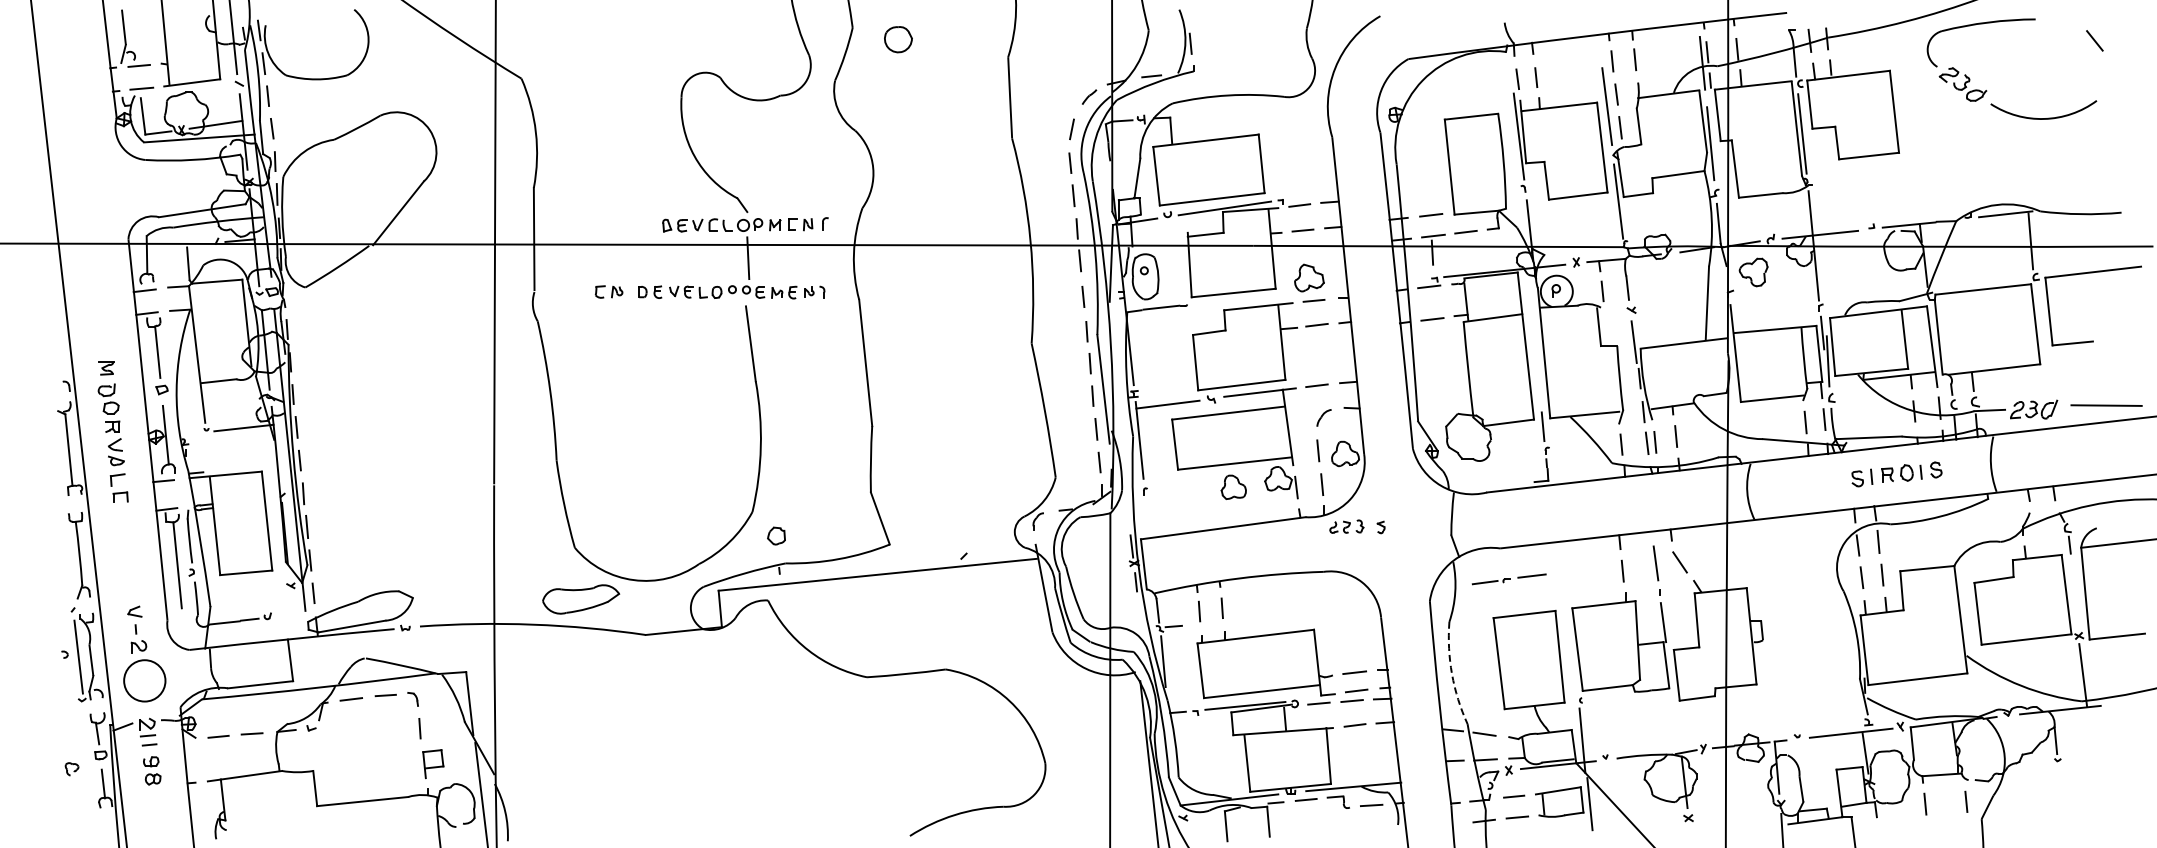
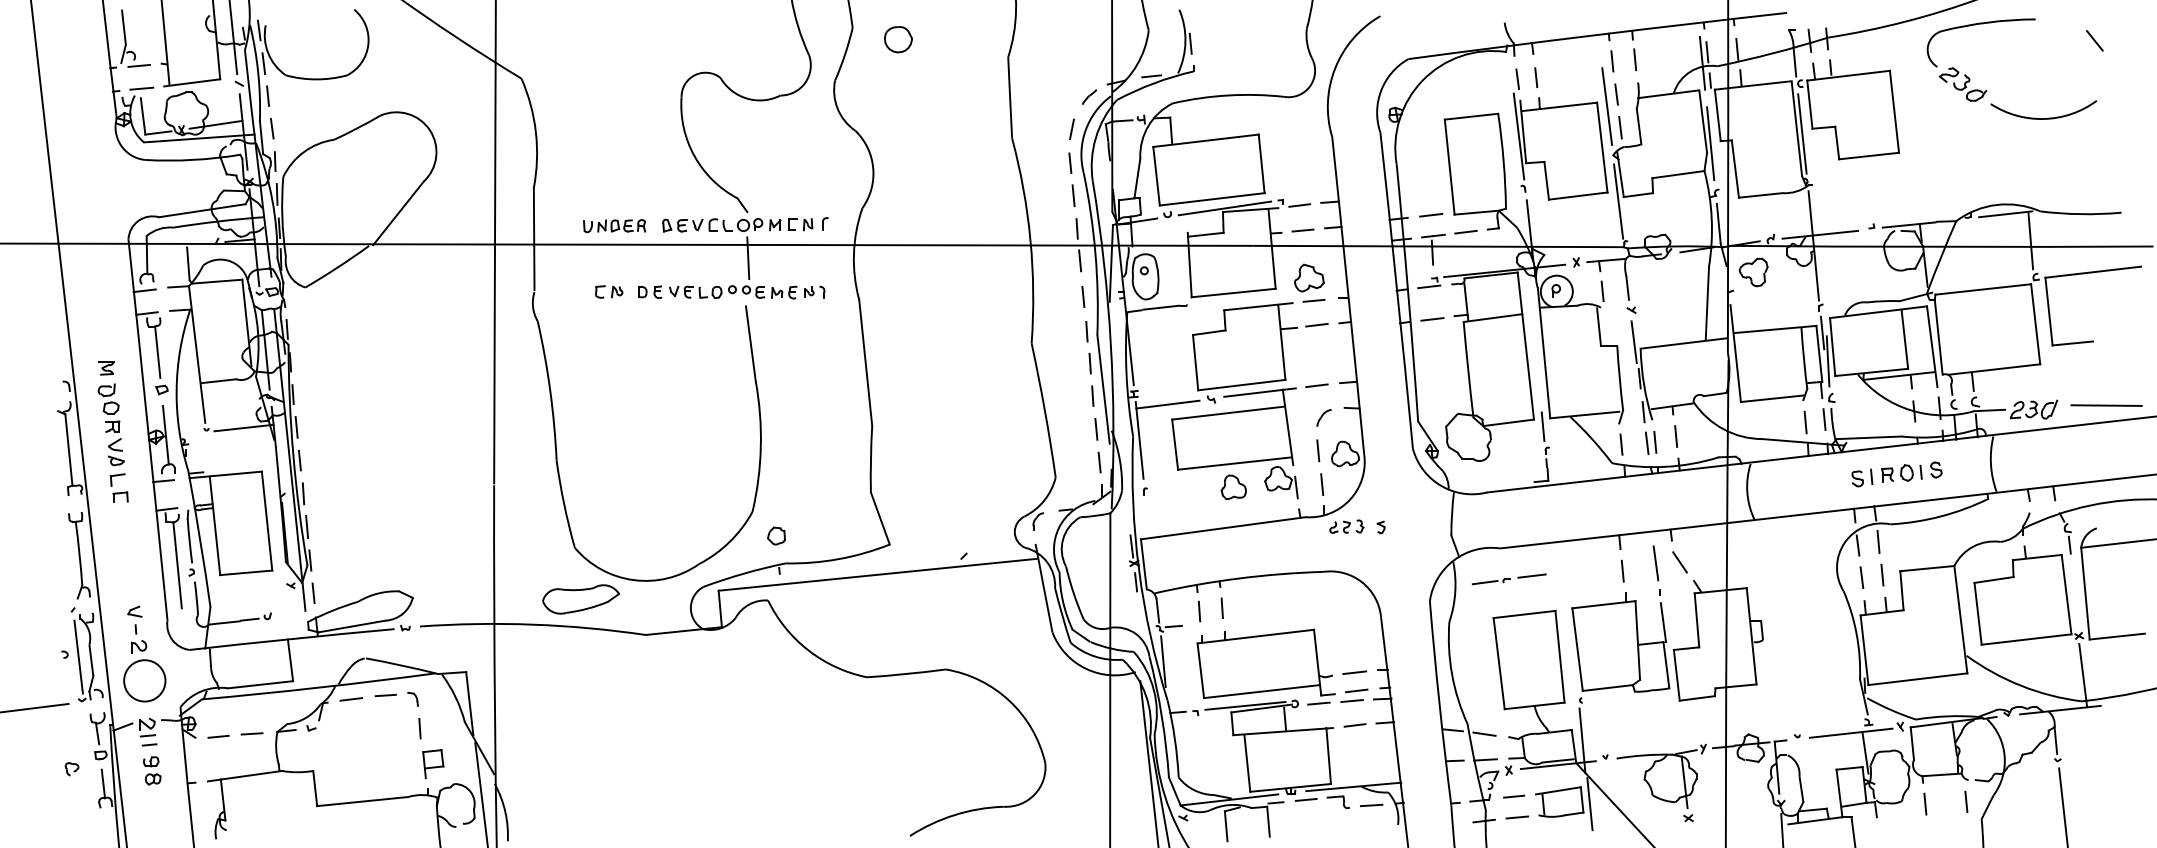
part at (614, 226): none -> present
arc at (1452, 674): dashed -> solid
line at (35, 707): none -> present
line at (2063, 806): none -> present
